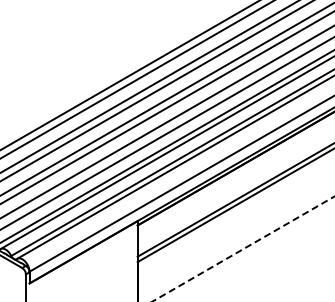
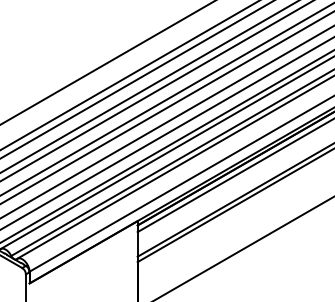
line at (107, 62): none -> present
line at (234, 176): none -> present
line at (243, 249): dashed -> solid
